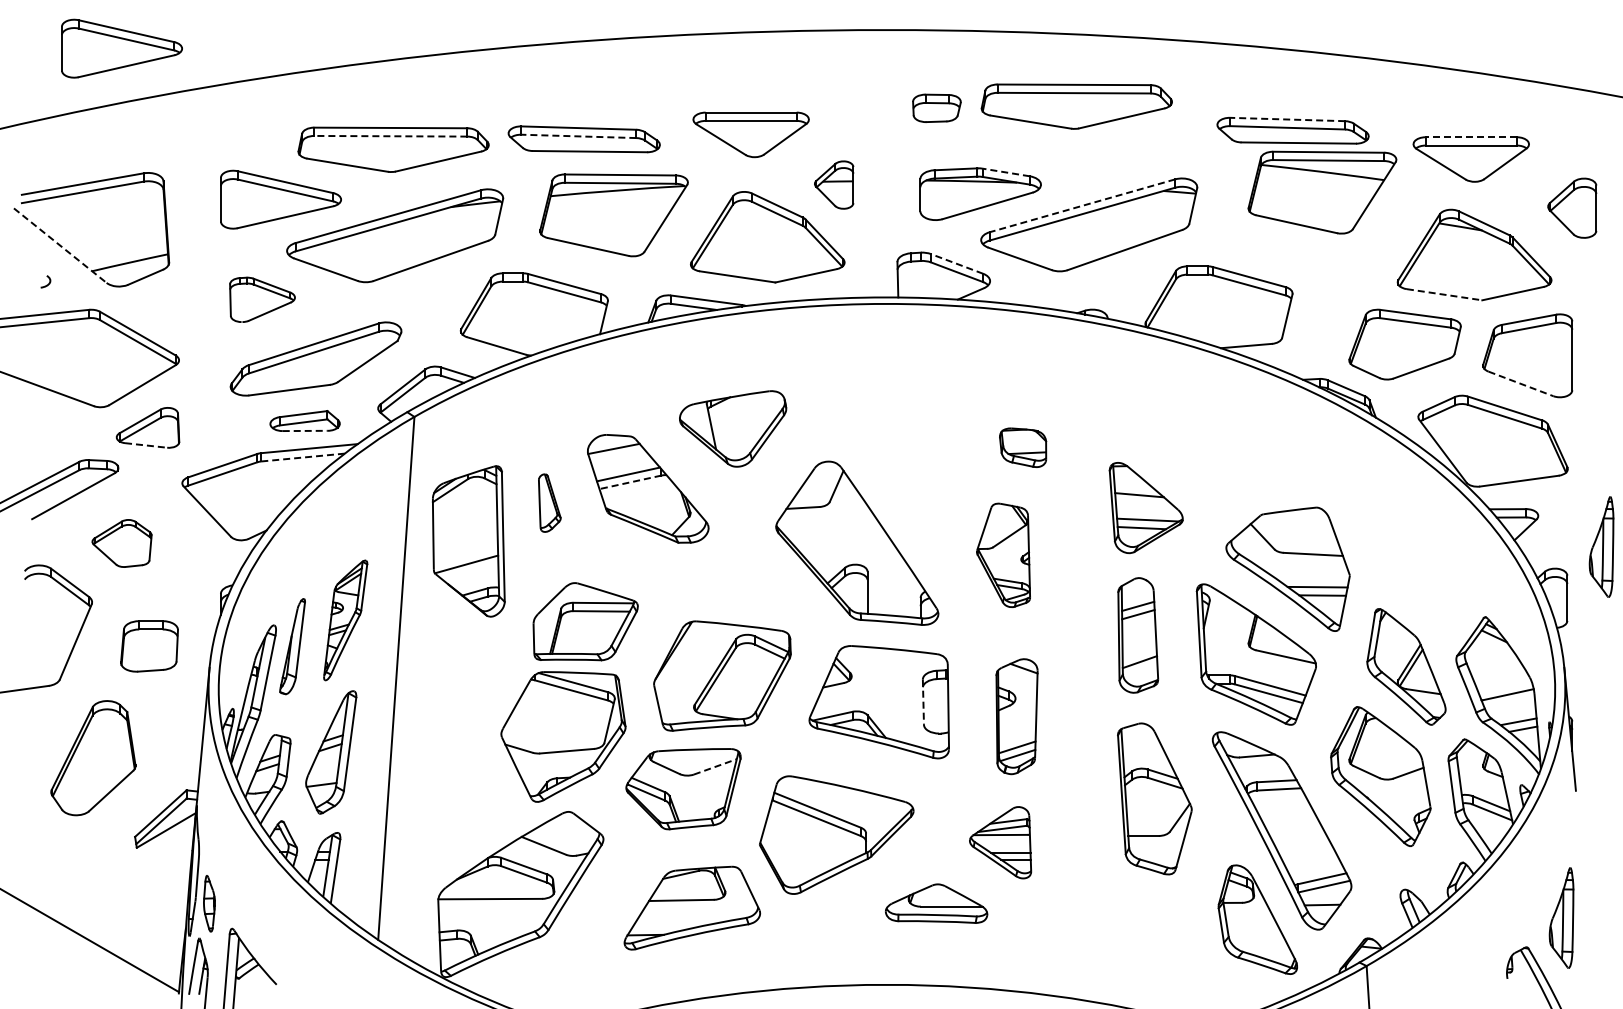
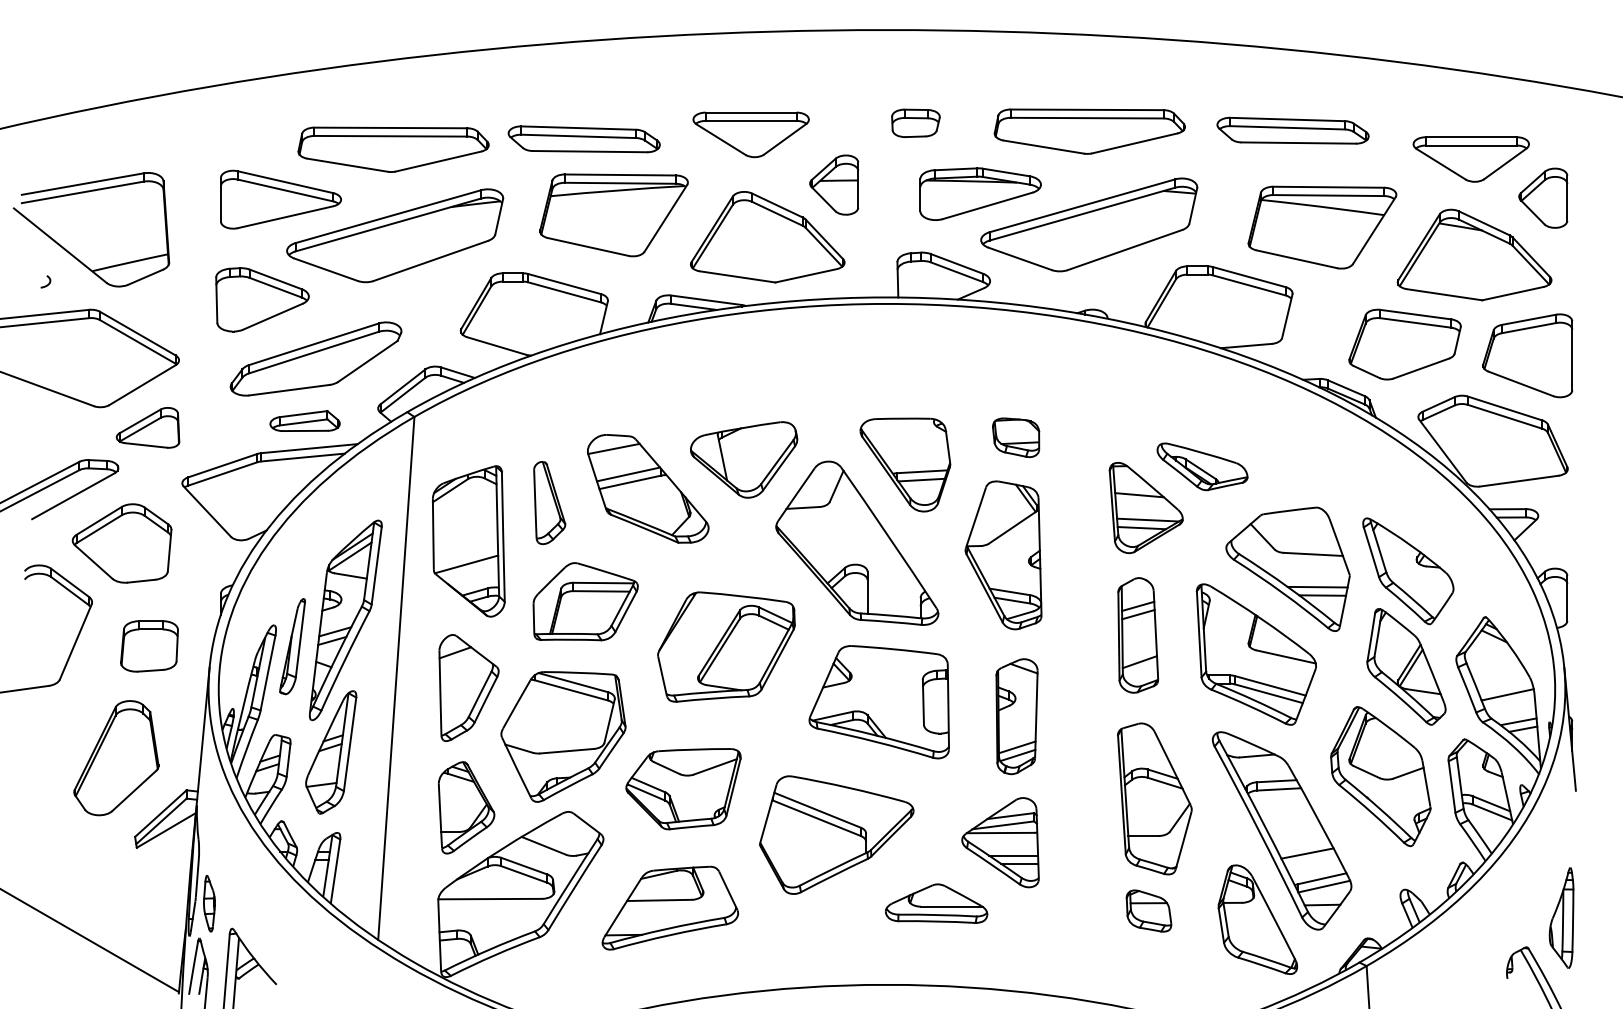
part at (121, 48): present -> none
part at (1076, 106) position: (1076, 106) -> (1089, 131)
part at (936, 107) position: (936, 107) -> (915, 122)
line at (1287, 119): dashed -> solid
line at (390, 136): dashed -> solid
line at (578, 136): dashed -> solid
line at (1471, 137): dashed -> solid
line at (1006, 172): dashed -> solid
part at (834, 184) size: 41x50 px -> 50x62 px
part at (1322, 192) position: (1322, 192) -> (1322, 227)
line at (1082, 205): dashed -> solid
part at (1572, 207) position: (1572, 207) -> (1543, 197)
line at (60, 245): dashed -> solid
line at (957, 263): dashed -> solid
line at (1445, 294): dashed -> solid
part at (262, 299) size: 67x47 px -> 95x66 px
line at (1521, 383): dashed -> solid
part at (733, 428) position: (733, 428) -> (744, 459)
line at (305, 430): dashed -> solid
line at (146, 445): dashed -> solid
part at (1023, 447) position: (1023, 447) -> (1016, 437)
line at (303, 457): dashed -> solid
part at (905, 464): none -> present
part at (1202, 466): none -> present
line at (630, 482): dashed -> solid
part at (549, 502) size: 24x60 px -> 34x85 px
part at (121, 543) size: 62x49 px -> 102x81 px
part at (1601, 546): present -> none
part at (1003, 554) size: 55x106 px -> 79x151 px
part at (1408, 571): none -> present
part at (345, 620) size: 46x123 px -> 75x203 px
part at (585, 621) position: (585, 621) -> (585, 601)
part at (722, 675) position: (722, 675) -> (726, 646)
part at (468, 687): none -> present
line at (923, 702): dashed -> solid
part at (93, 758) position: (93, 758) -> (116, 758)
line at (715, 766): dashed -> solid
part at (466, 807): none -> present
part at (1000, 842) size: 64x74 px -> 79x92 px
line at (1307, 853): none -> present
part at (692, 907) position: (692, 907) -> (670, 907)
part at (1148, 910): none -> present
